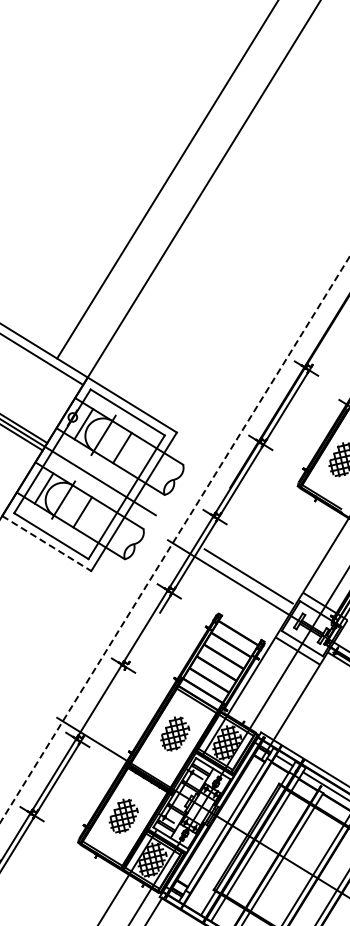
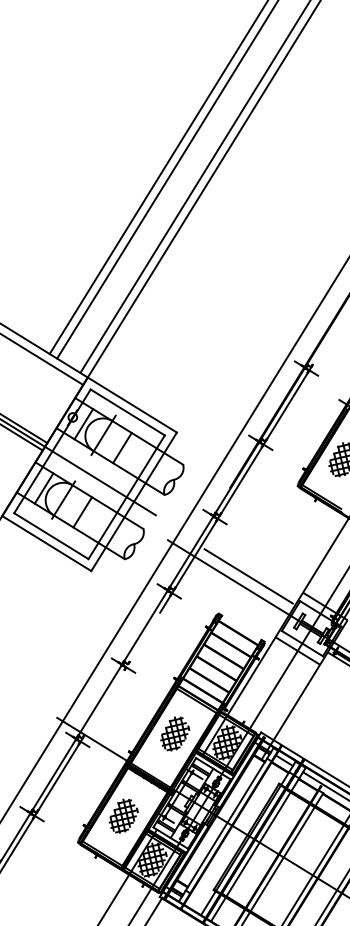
line at (157, 178): none -> present
line at (194, 187): none -> present
line at (174, 539): dashed -> solid
line at (47, 543): dashed -> solid
